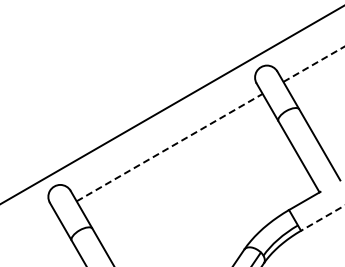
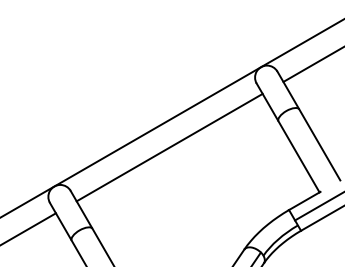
line at (314, 63): dashed -> solid
line at (171, 104) position: (171, 104) -> (171, 118)
line at (170, 147): dashed -> solid
line at (318, 206): none -> present
line at (322, 218): dashed -> solid
line at (28, 228): none -> present
